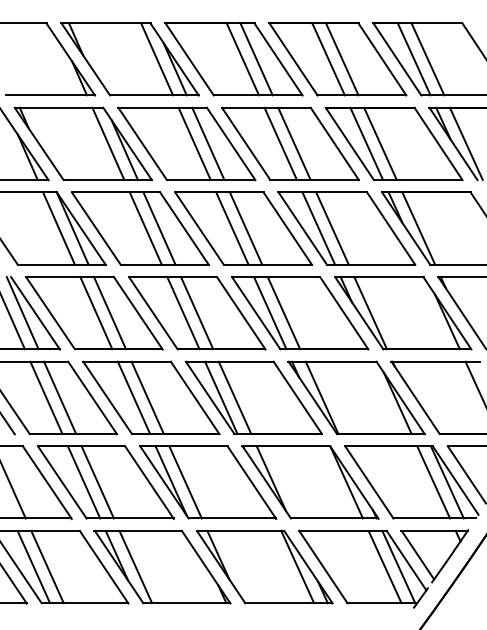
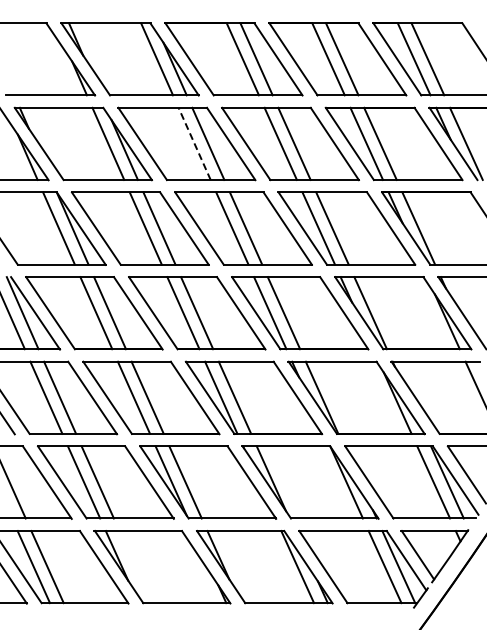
line at (194, 143): solid -> dashed
line at (135, 566): present -> none
